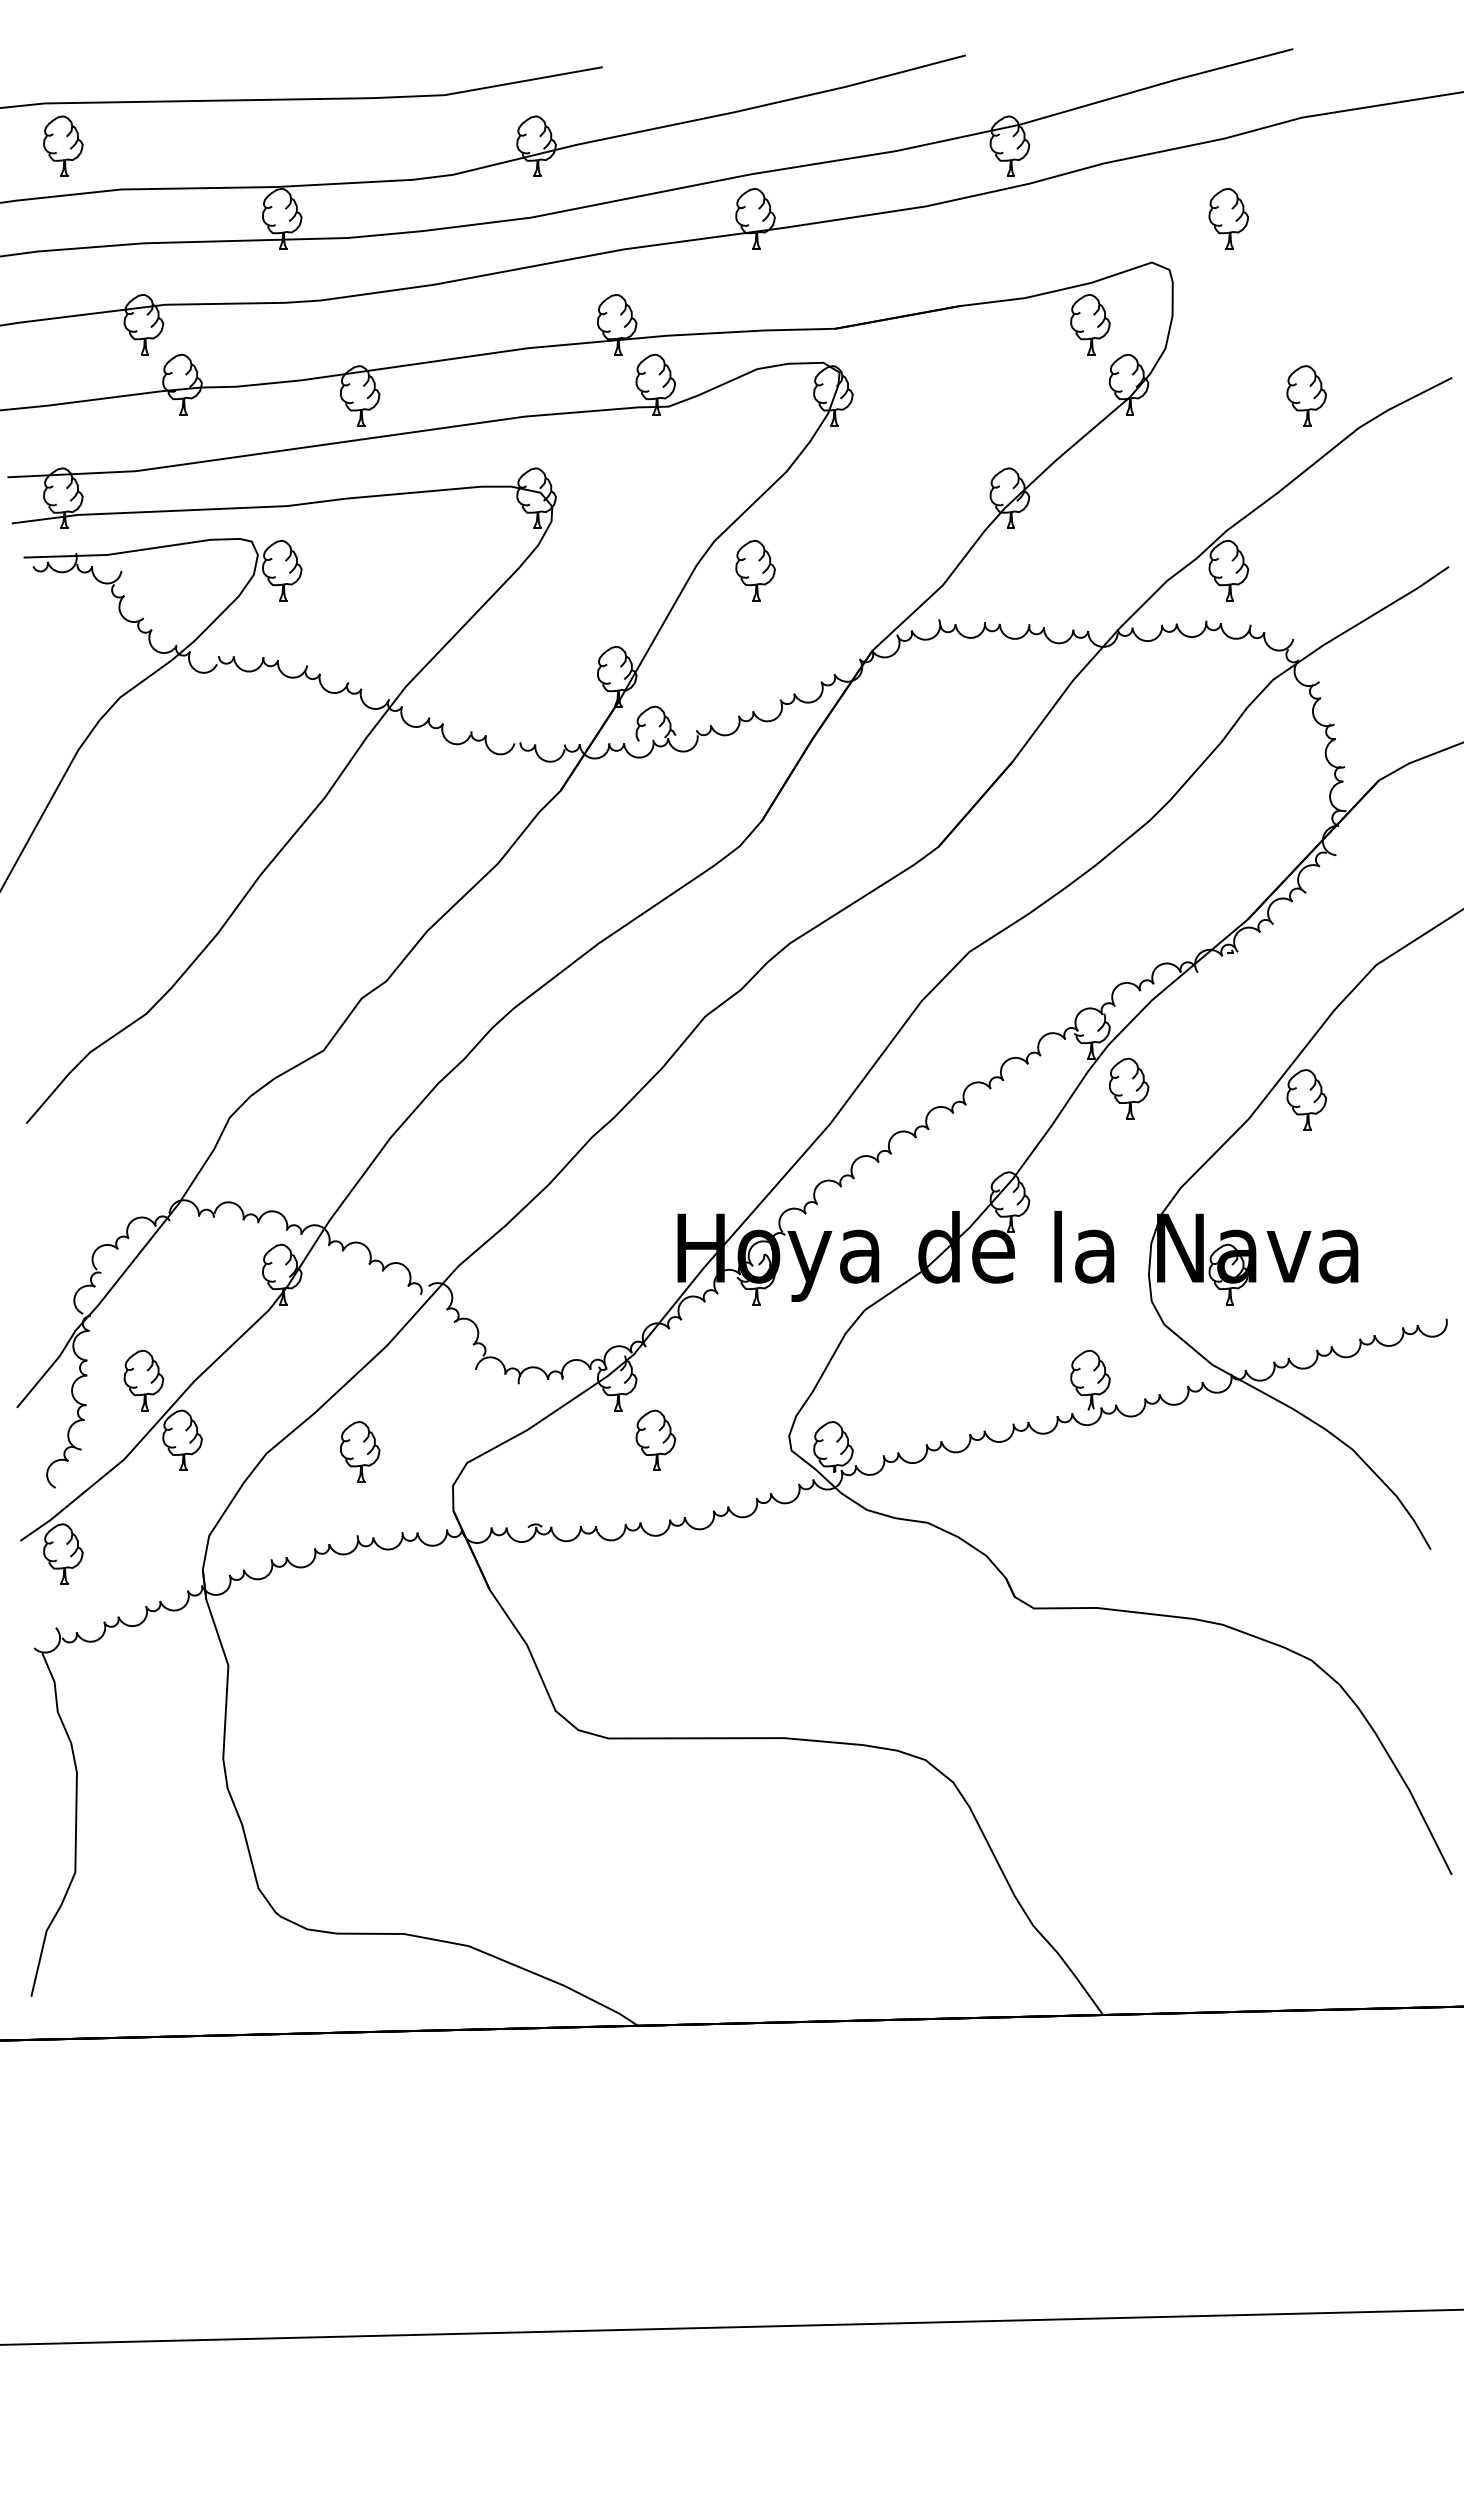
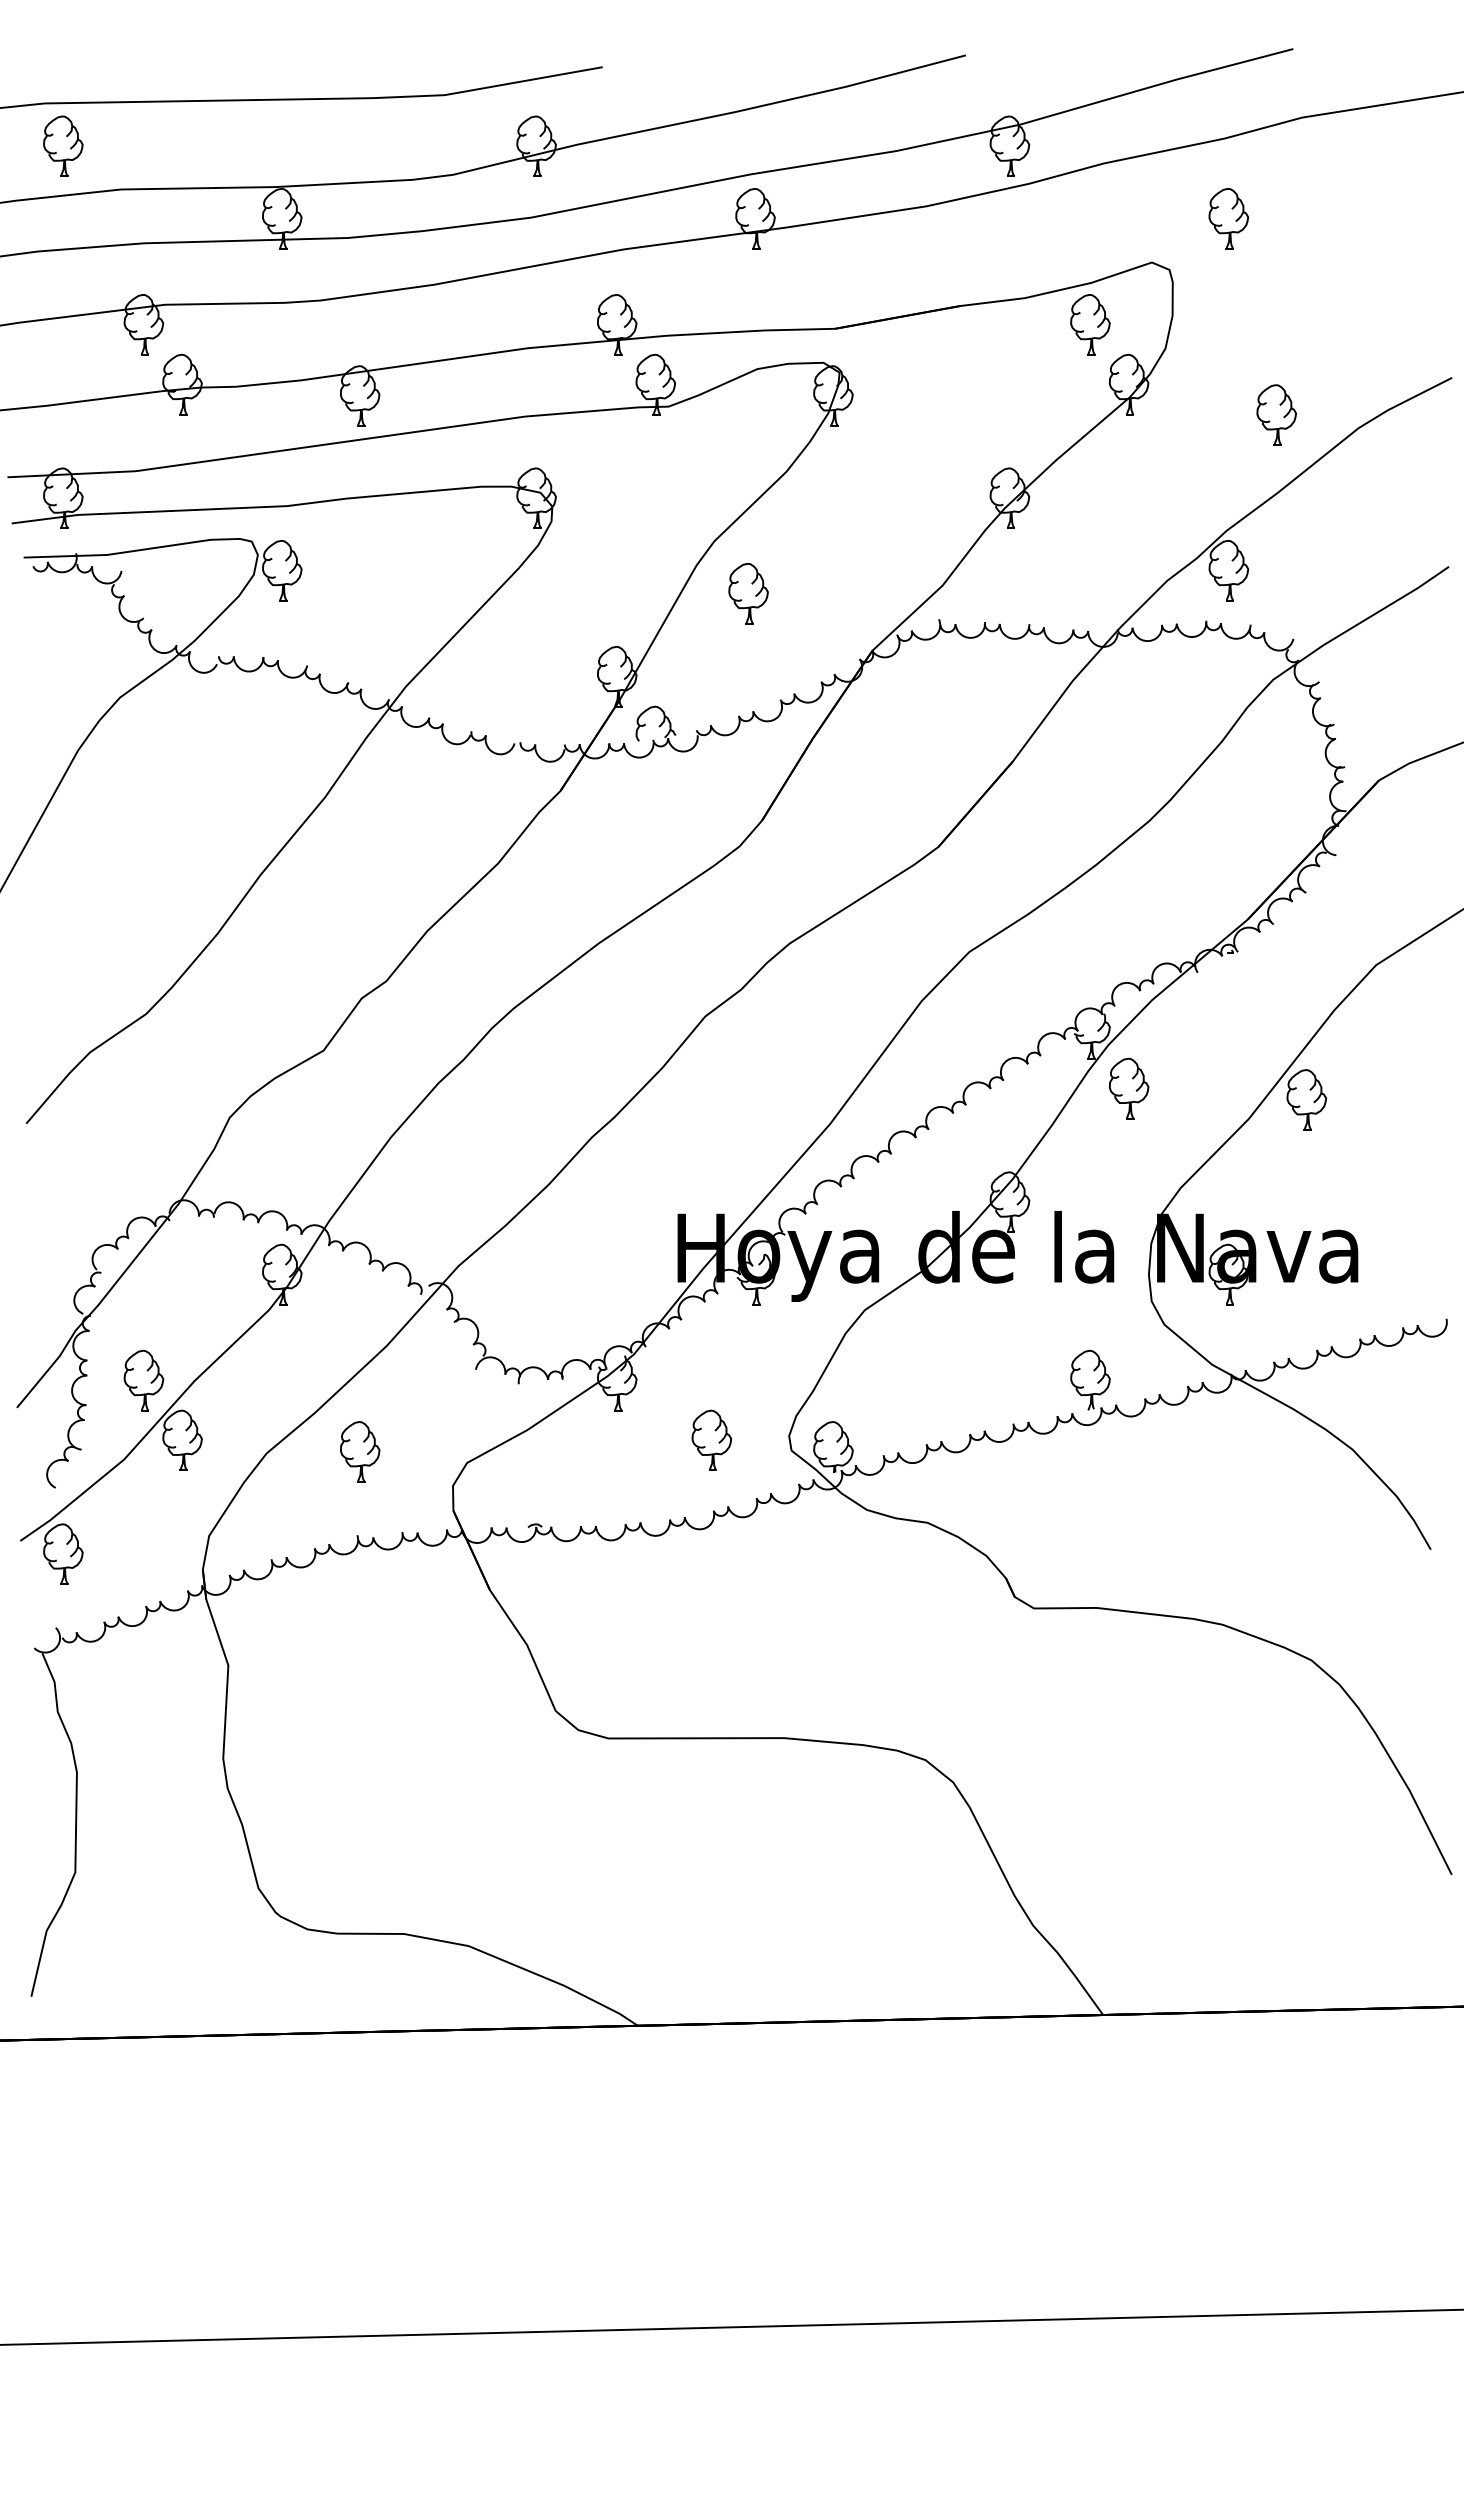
part at (1306, 395) position: (1306, 395) -> (1276, 414)
part at (755, 570) position: (755, 570) -> (748, 593)
part at (655, 1439) position: (655, 1439) -> (711, 1439)
